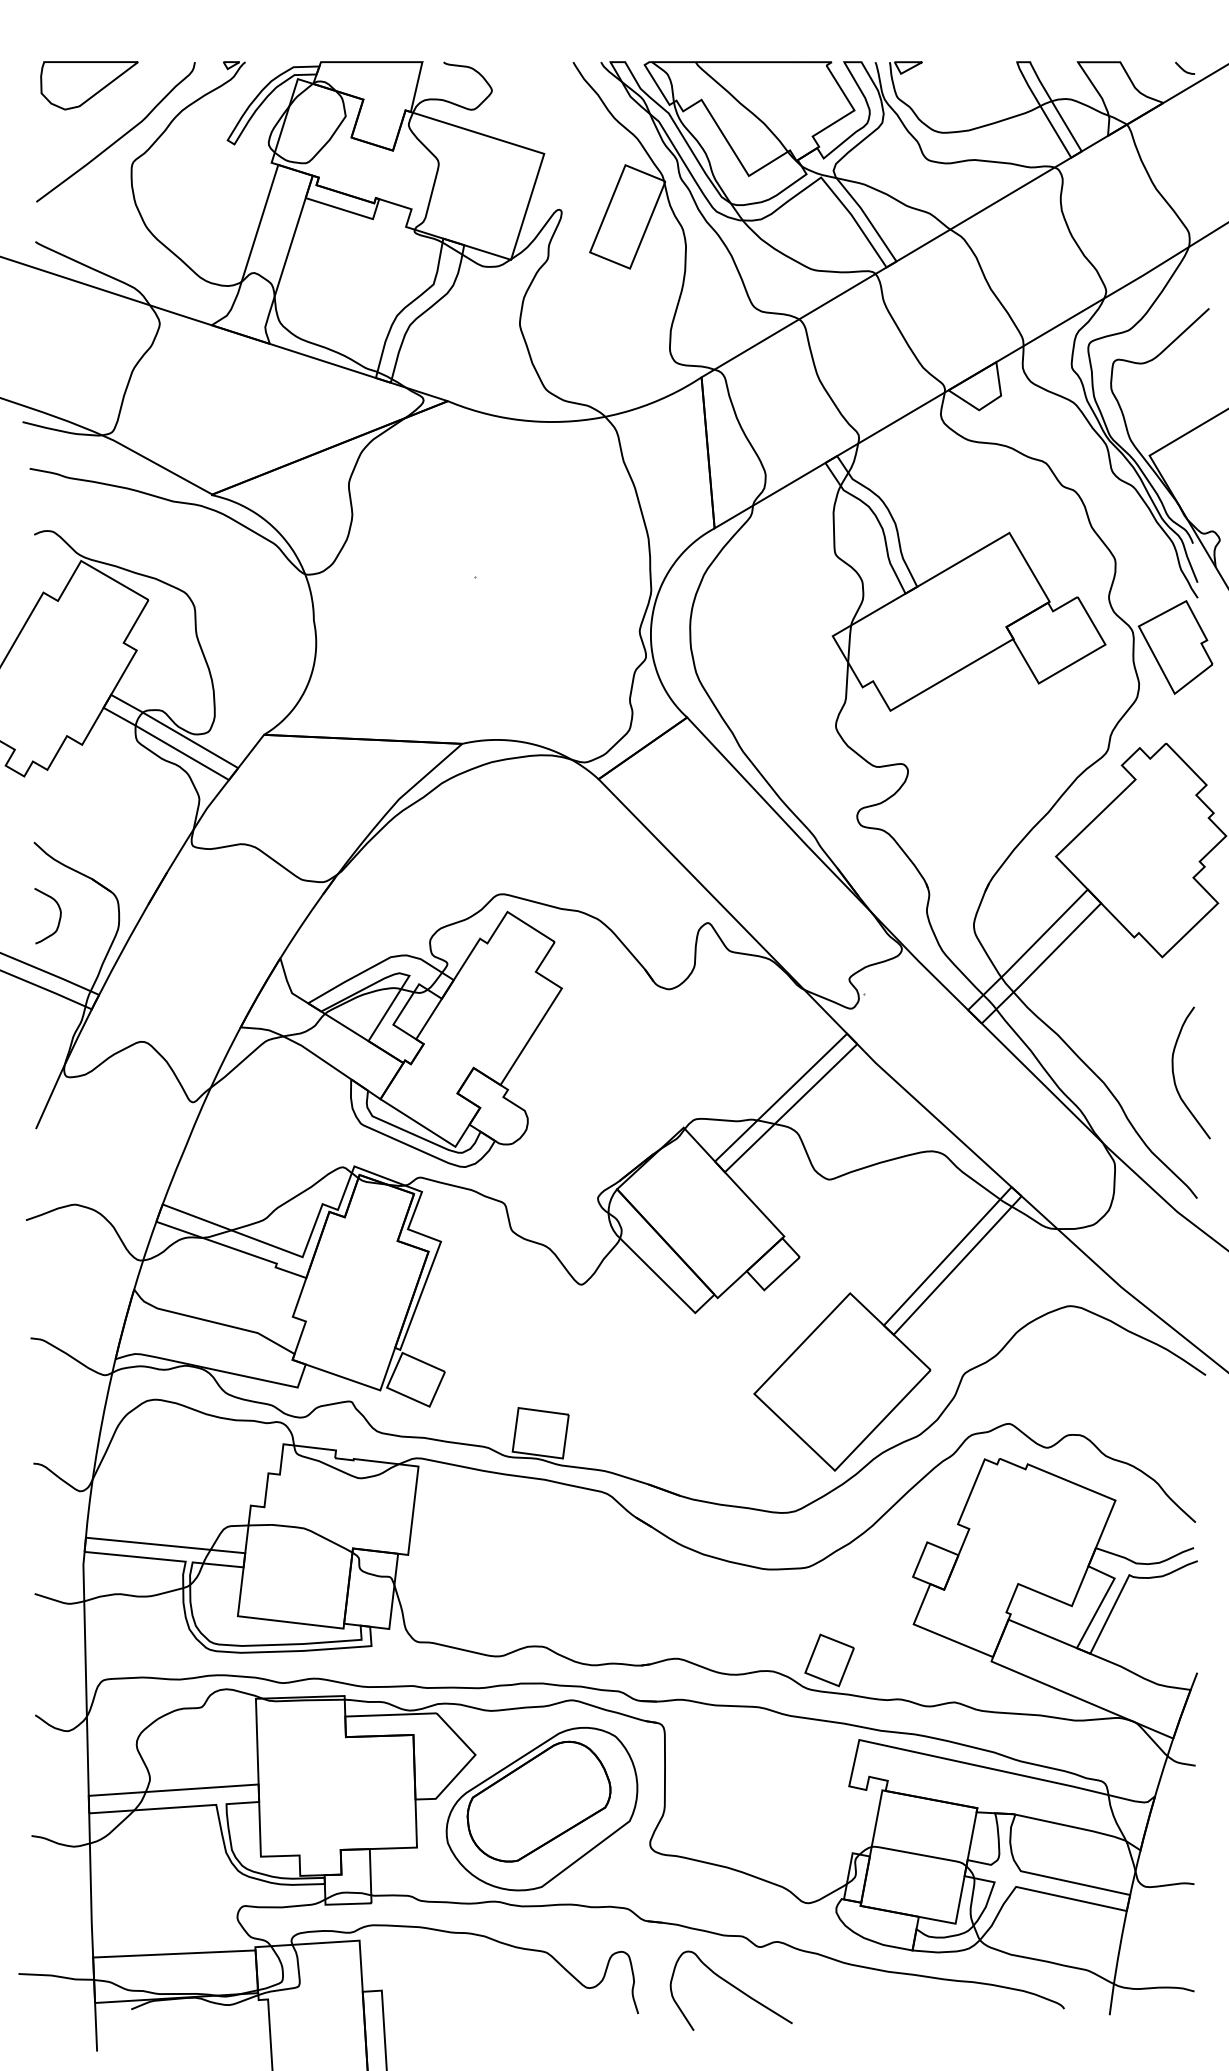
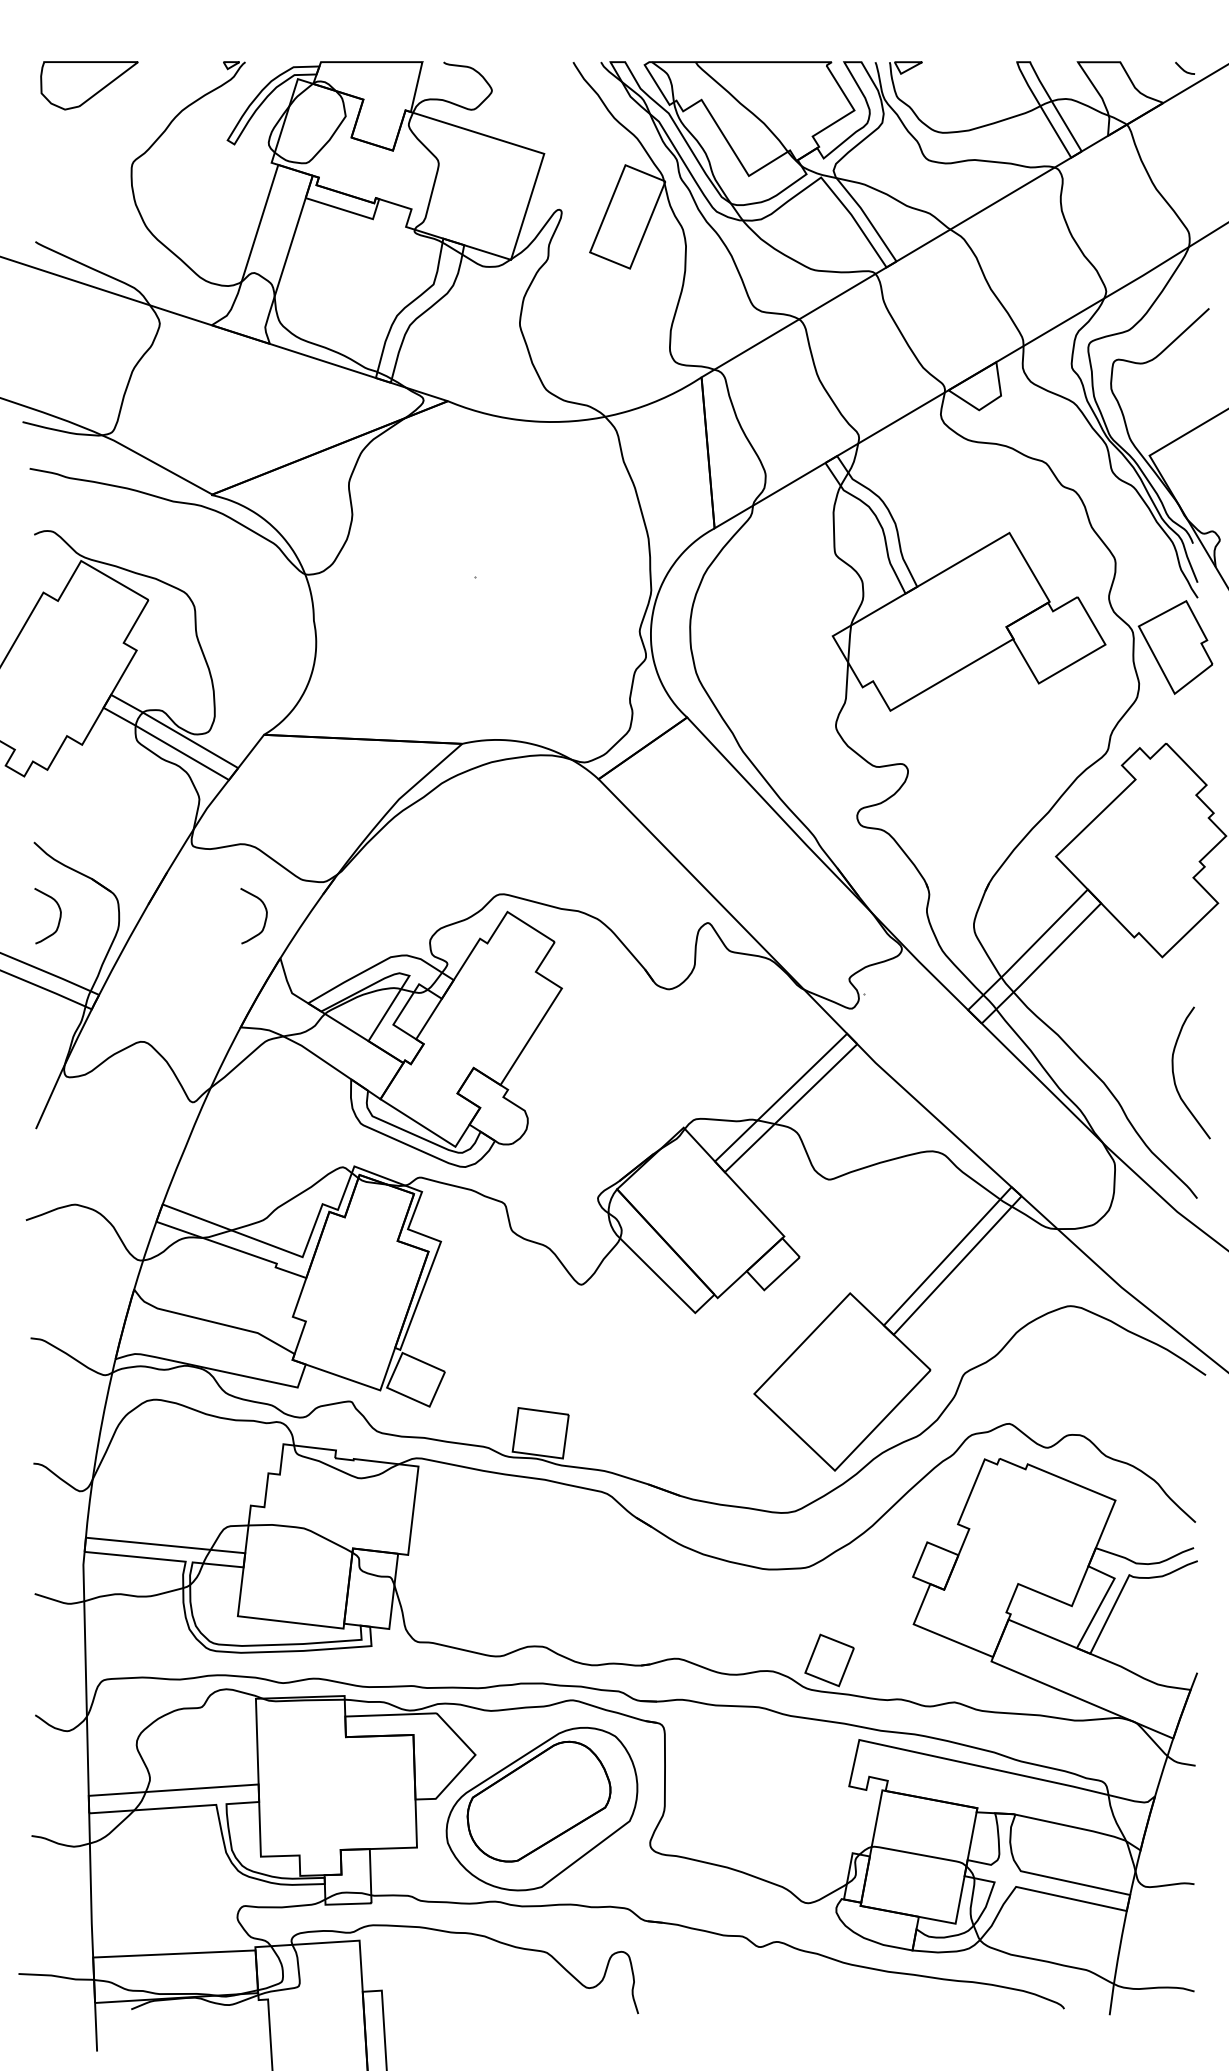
curve at (119, 137): present -> none
curve at (264, 920): none -> present
curve at (733, 1987): present -> none
